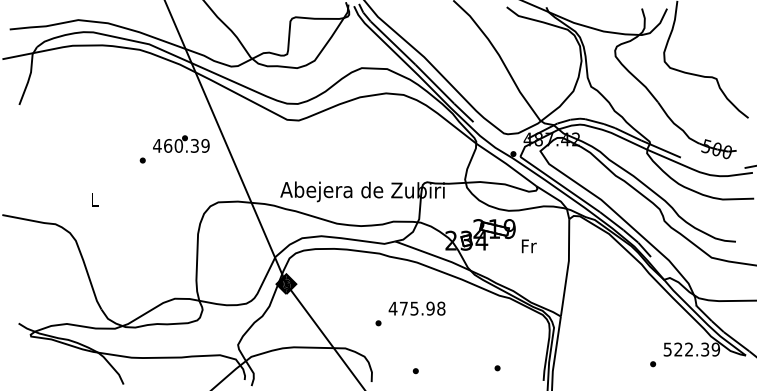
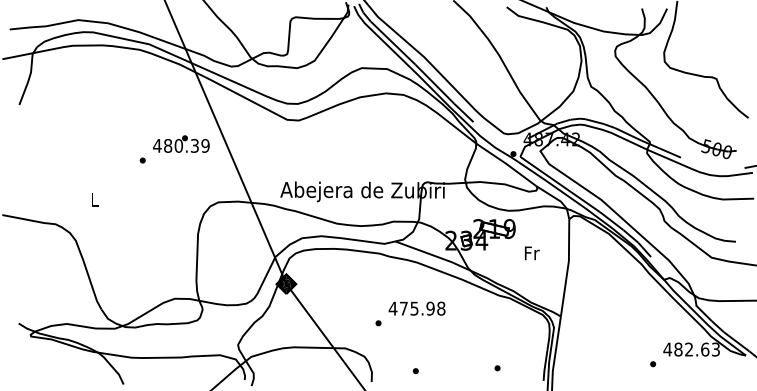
text at (168, 145): 460.39 -> 480.39
text at (529, 246) position: (529, 246) -> (532, 253)
text at (691, 349): 522.39 -> 482.63
